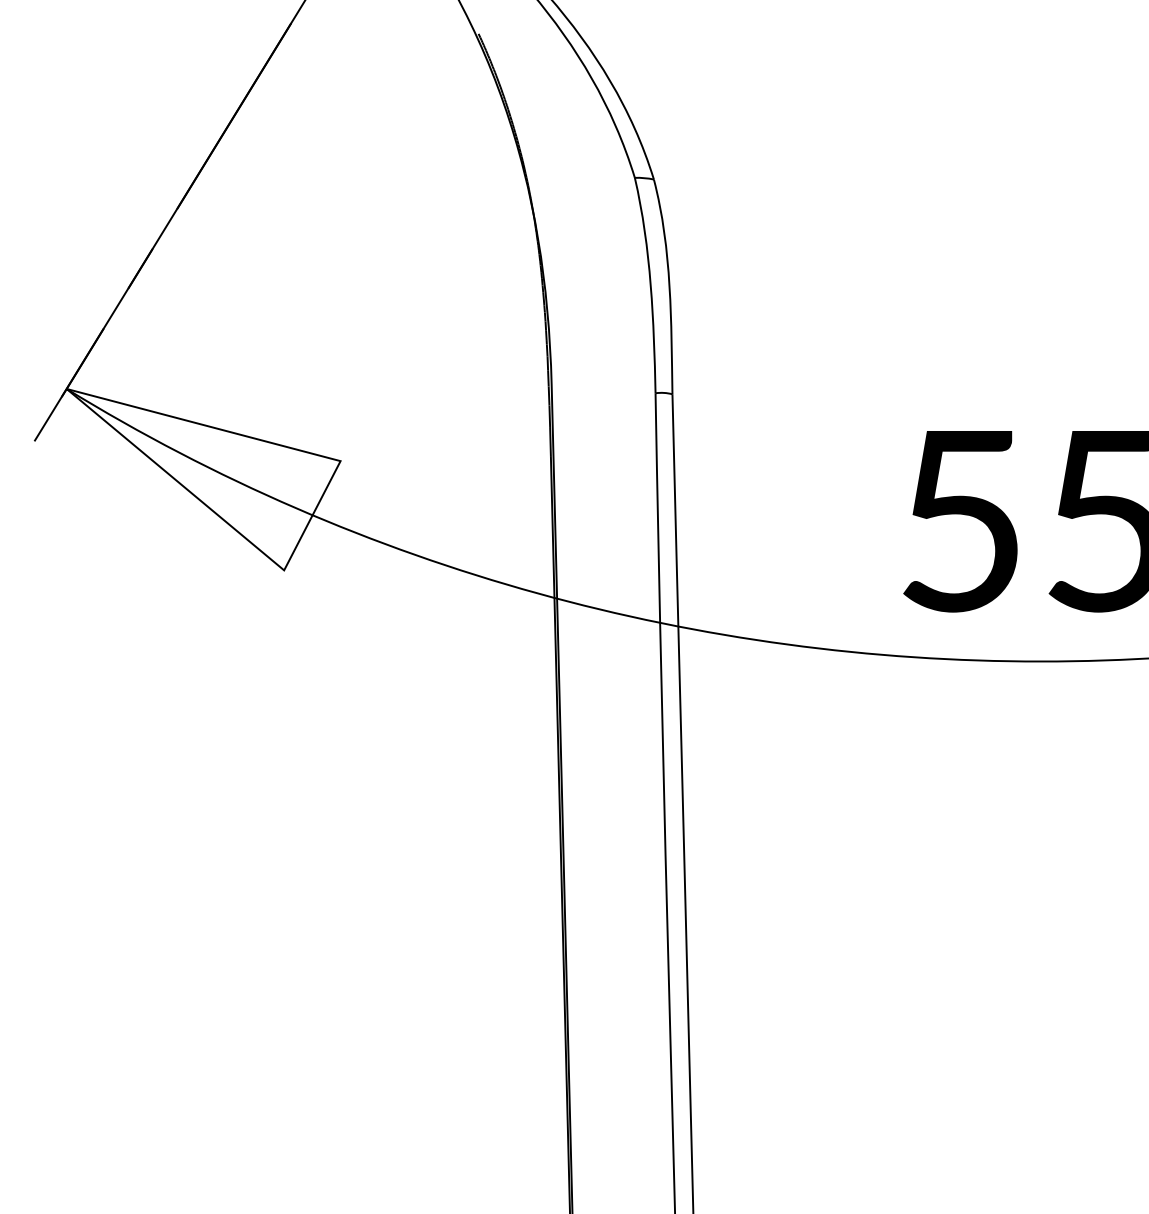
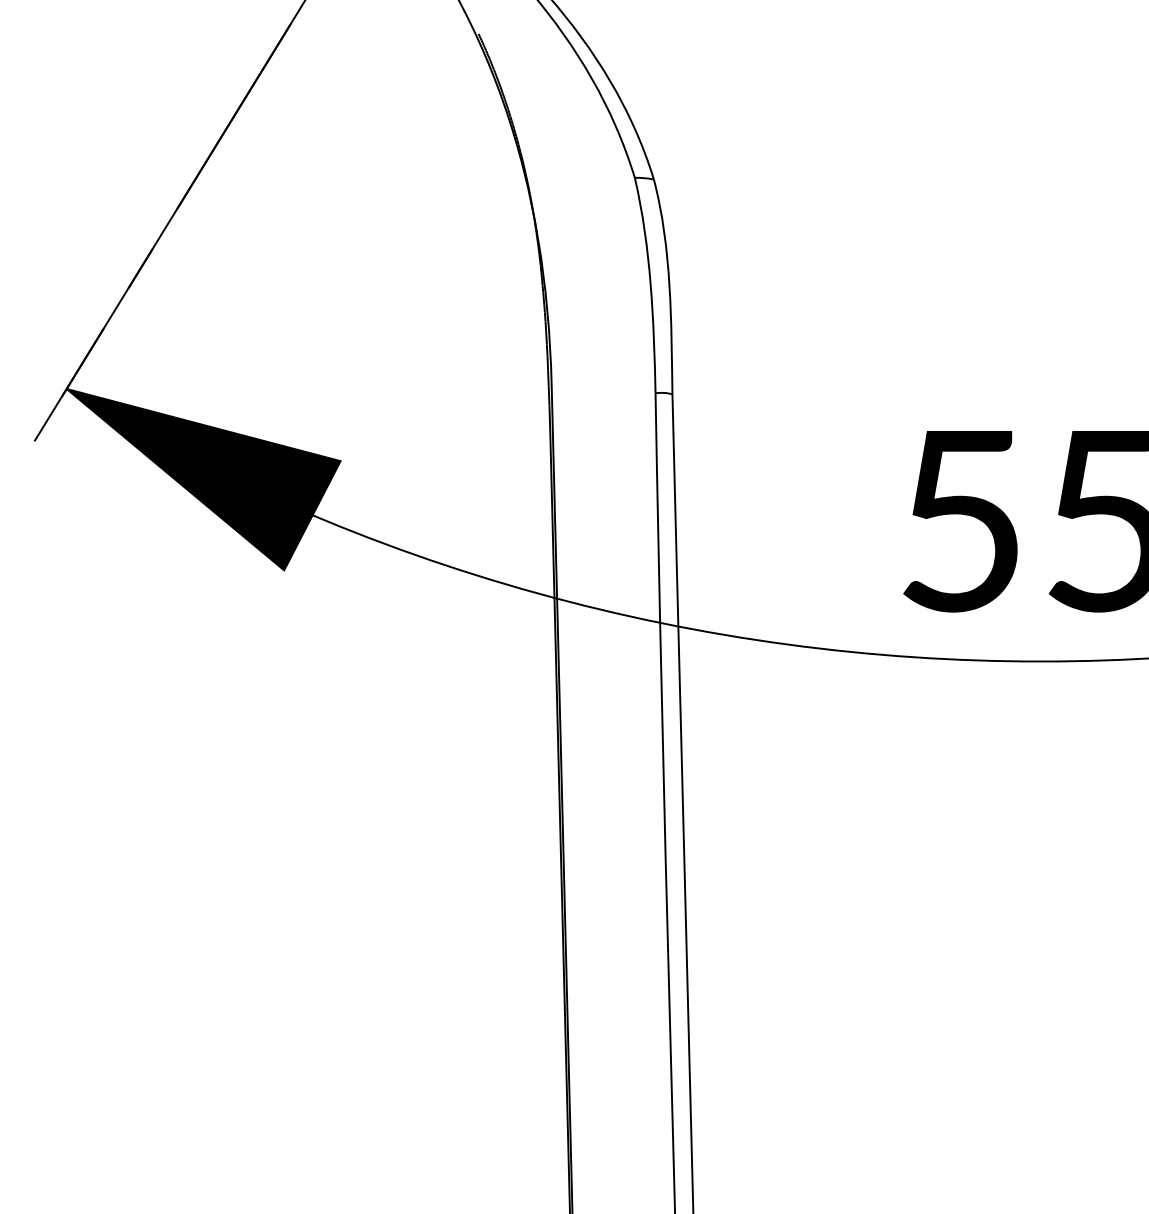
fill at (203, 479): none -> present
